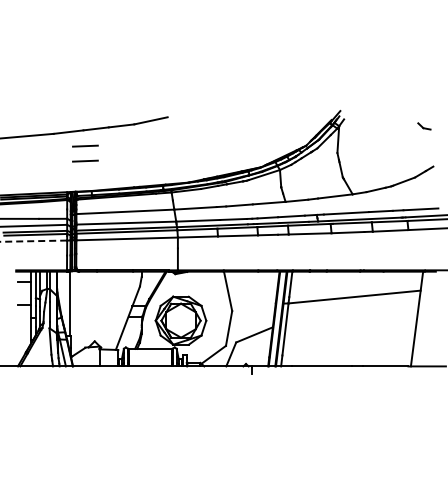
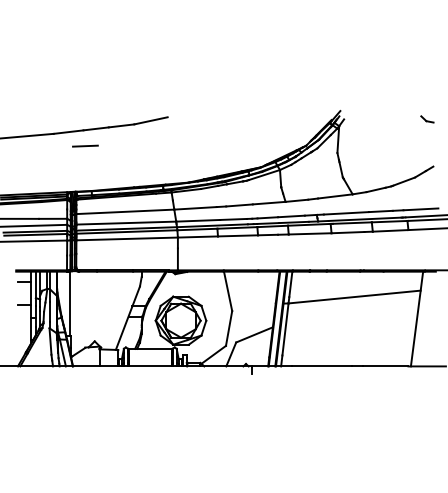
part at (424, 126) position: (424, 126) -> (427, 119)
line at (85, 160): present -> none
line at (33, 241): dashed -> solid
